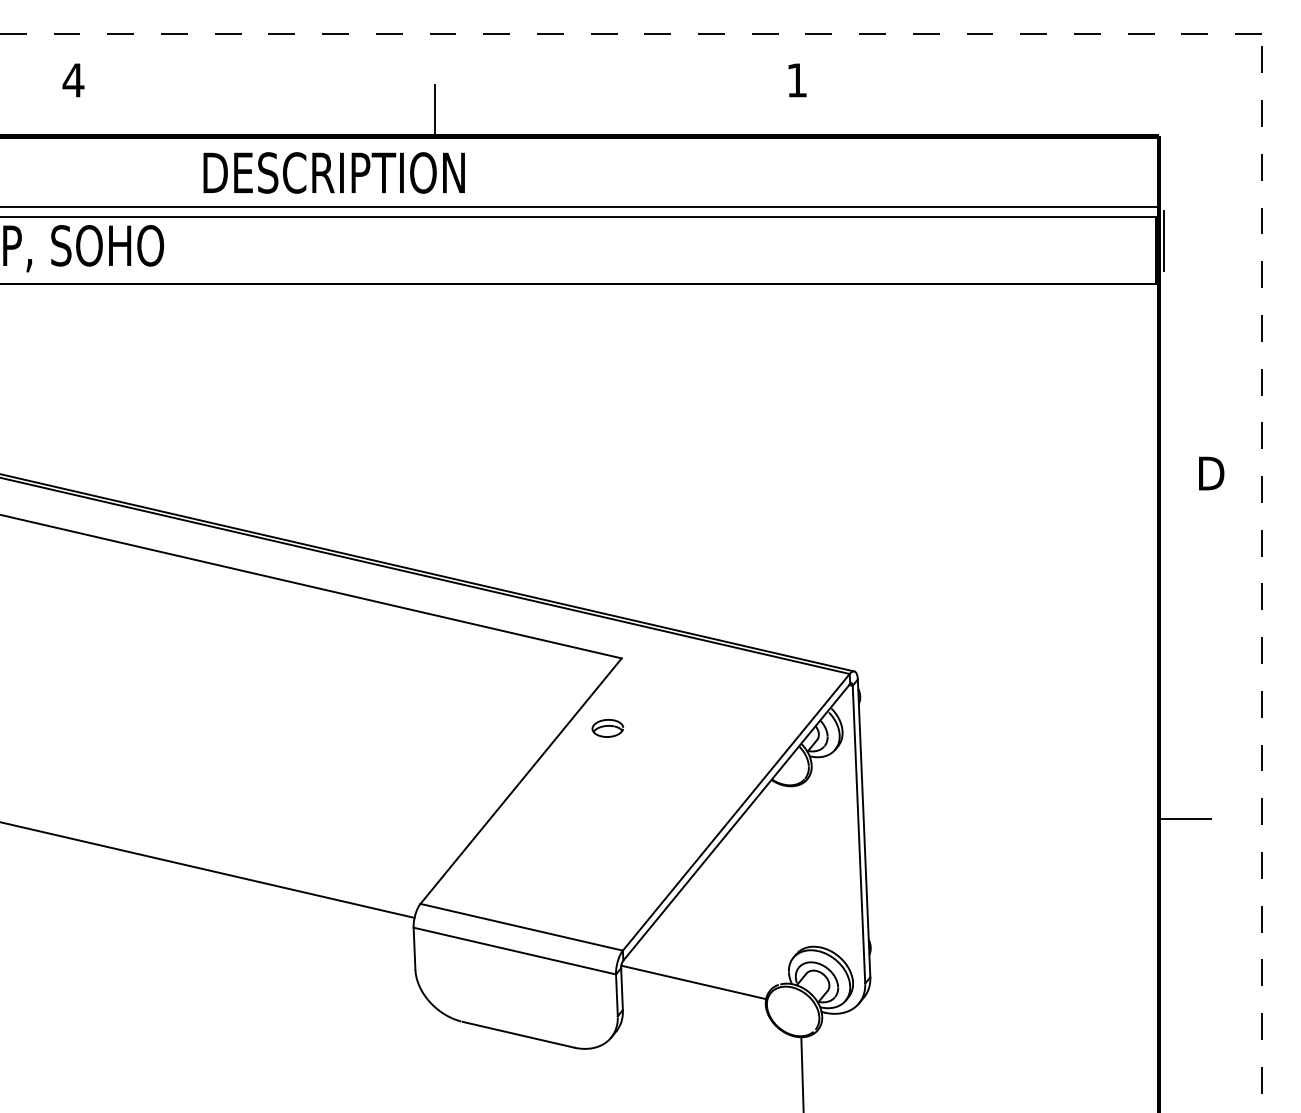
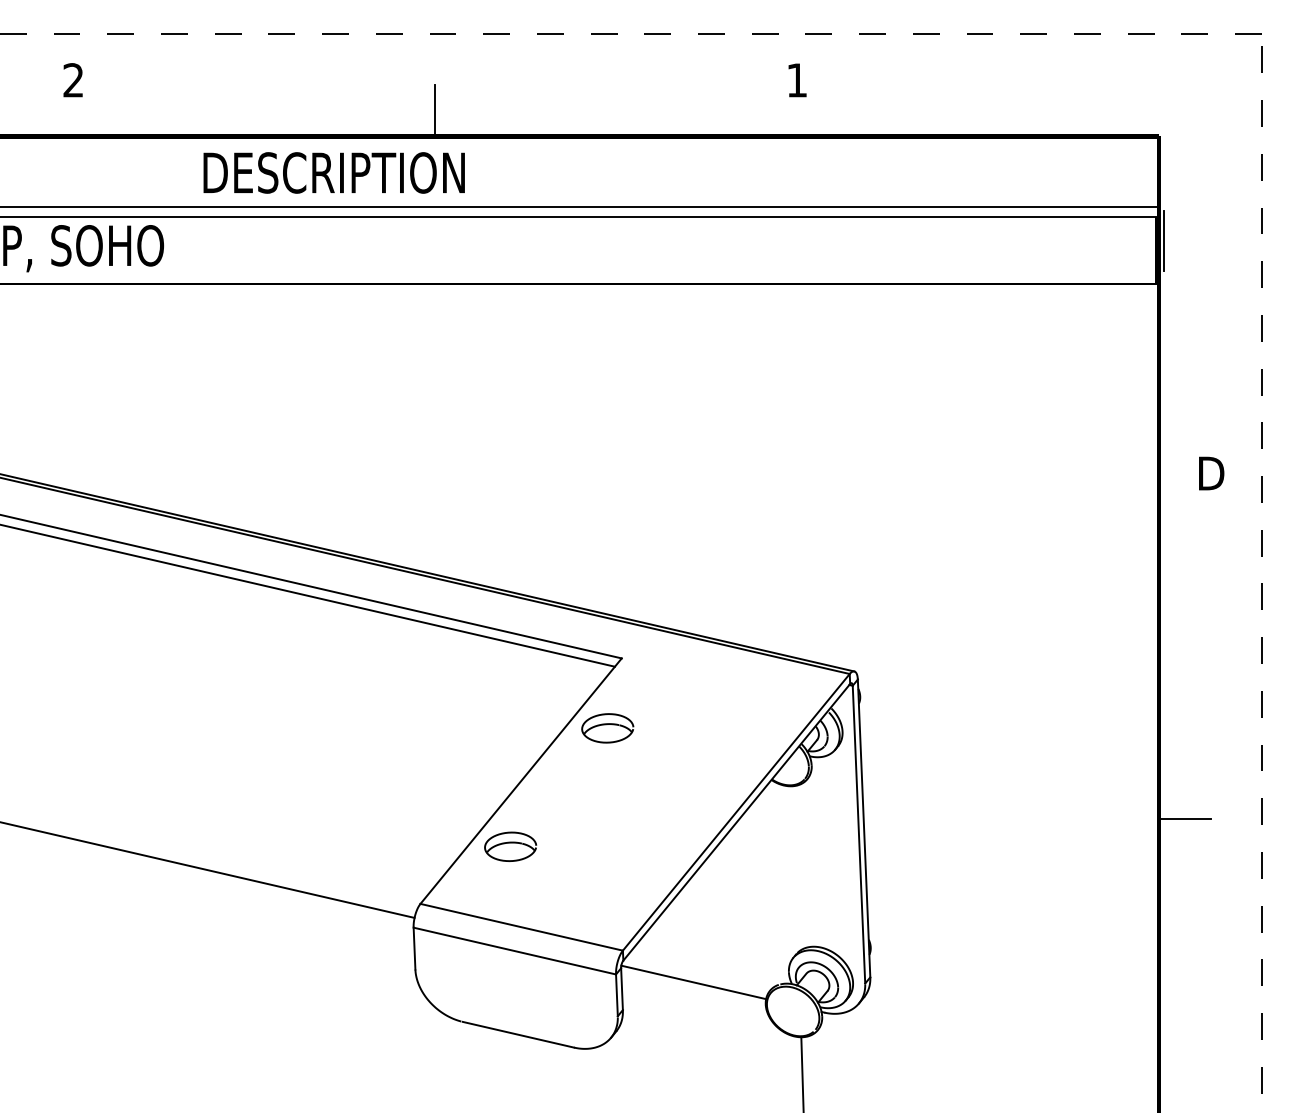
text at (73, 80): 4 -> 2
line at (308, 595): none -> present
part at (607, 728) size: 33x19 px -> 54x31 px
part at (510, 846): none -> present
